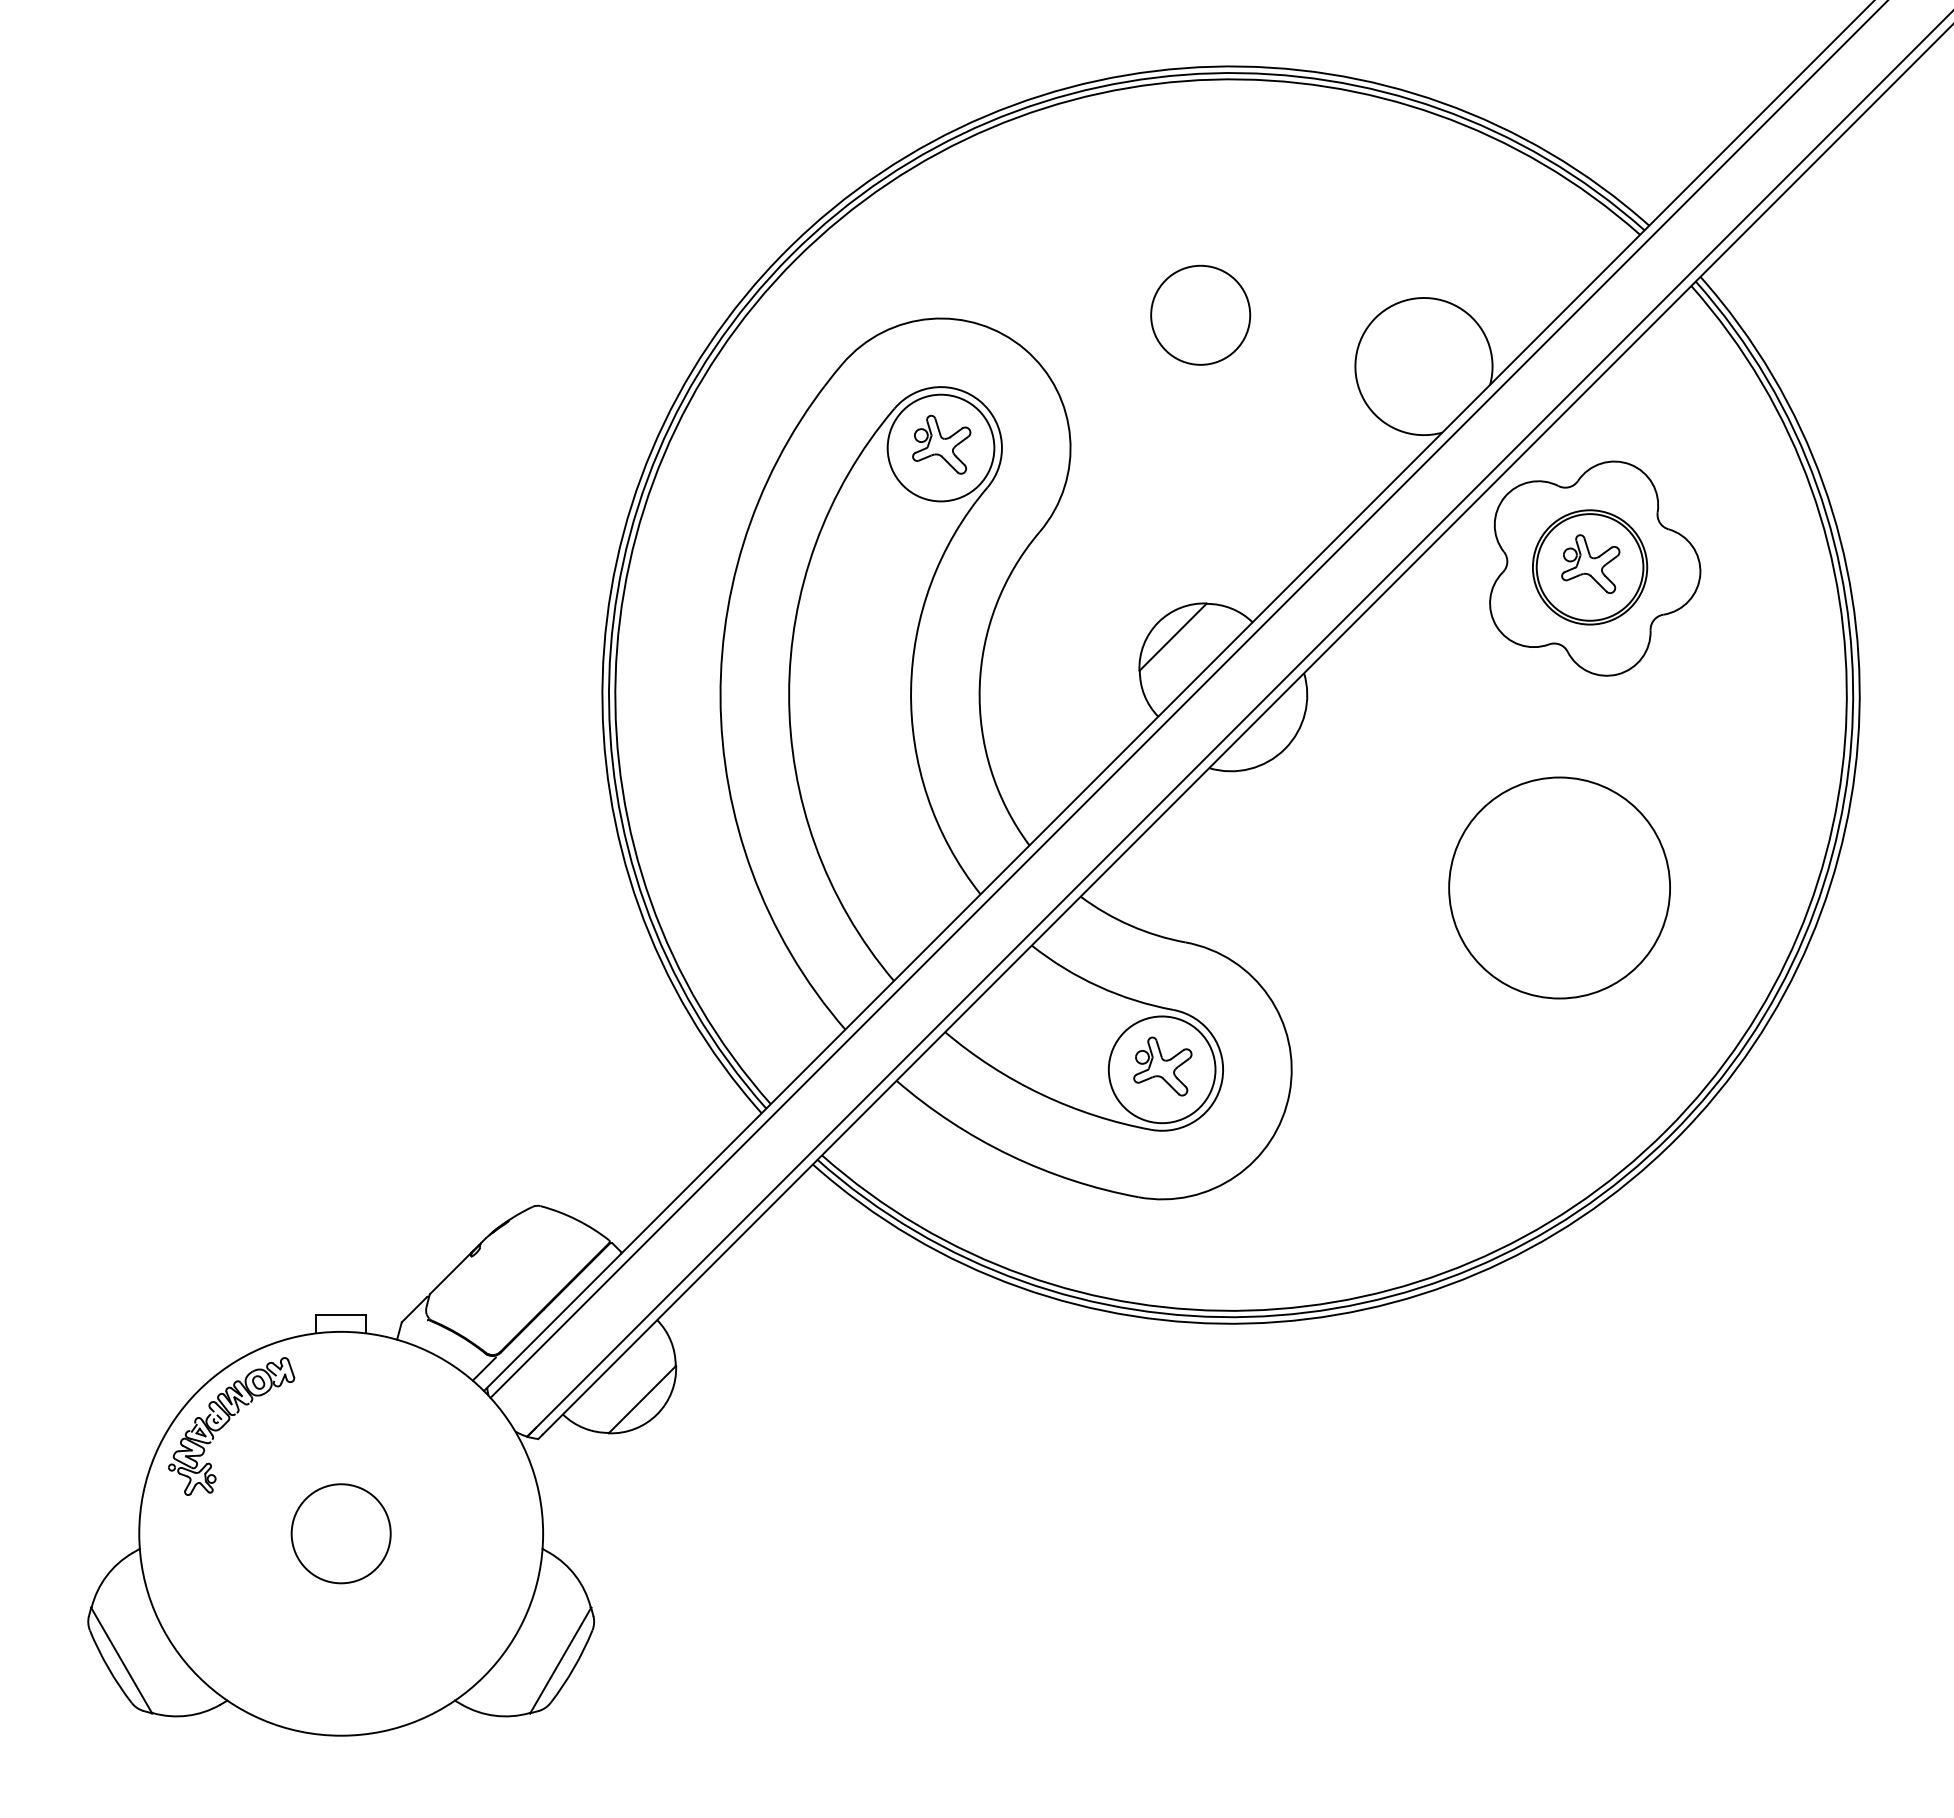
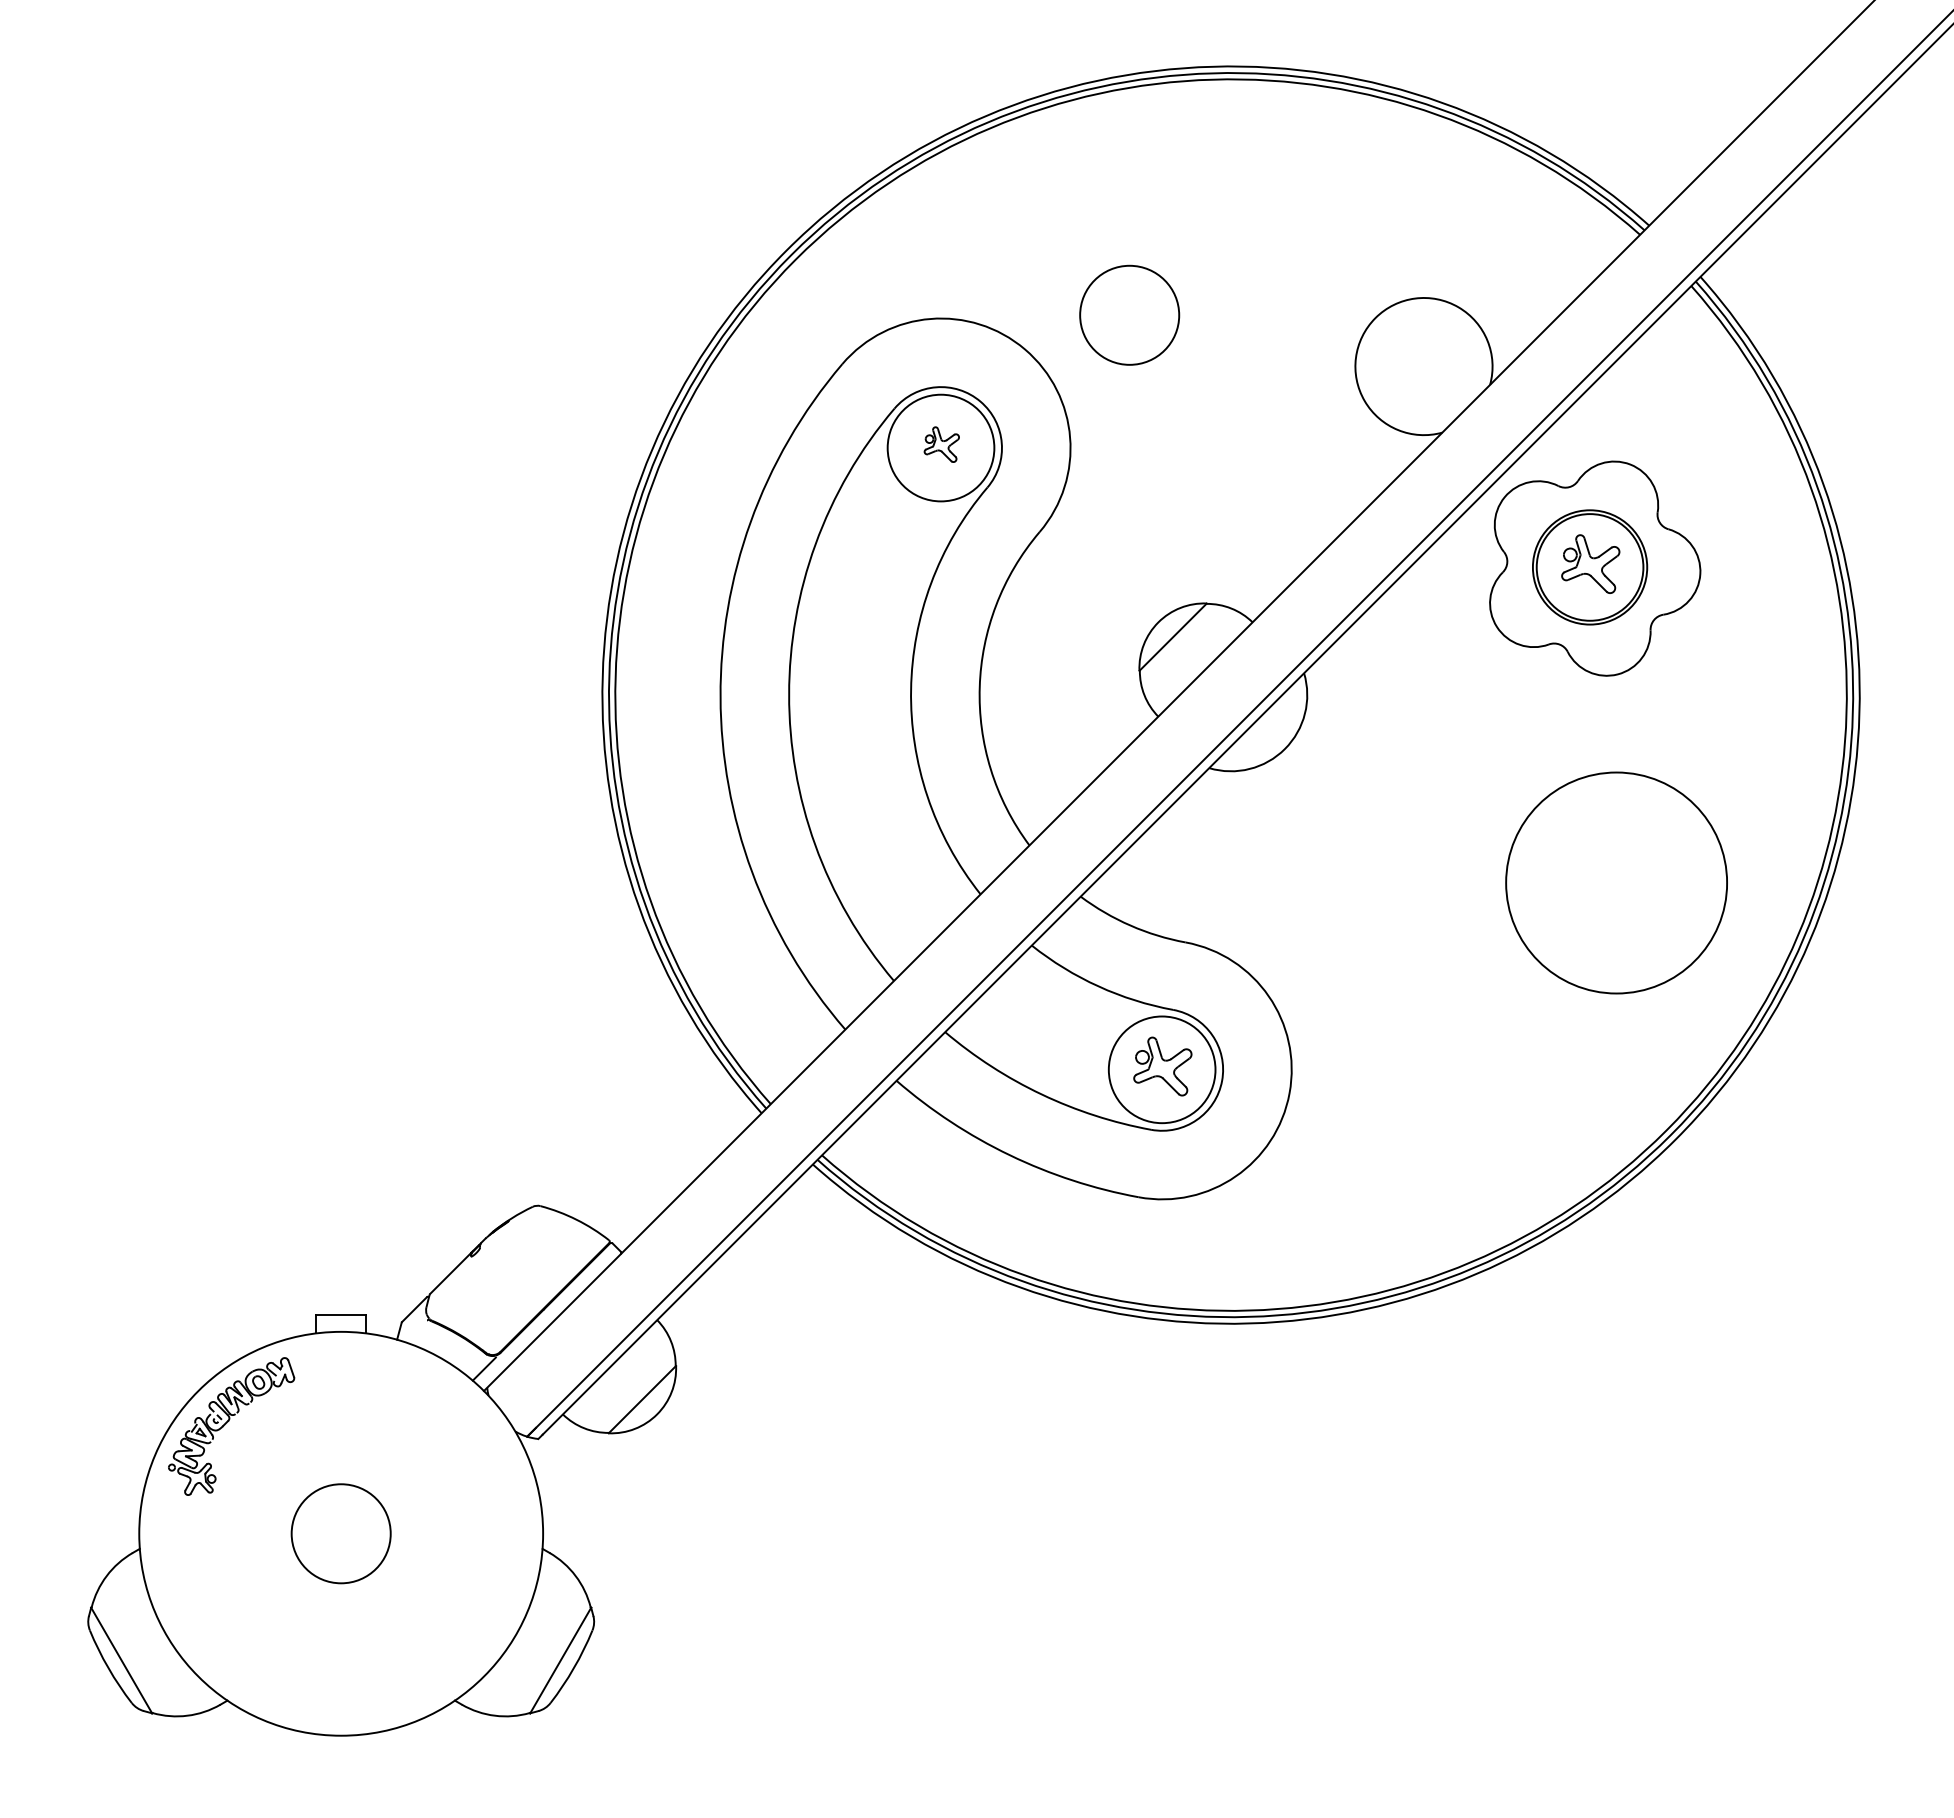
circle at (1200, 314) position: (1200, 314) -> (1129, 314)
part at (941, 444) size: 60x61 px -> 37x37 px
line at (1187, 699): present -> none
circle at (1559, 887) position: (1559, 887) -> (1616, 882)
